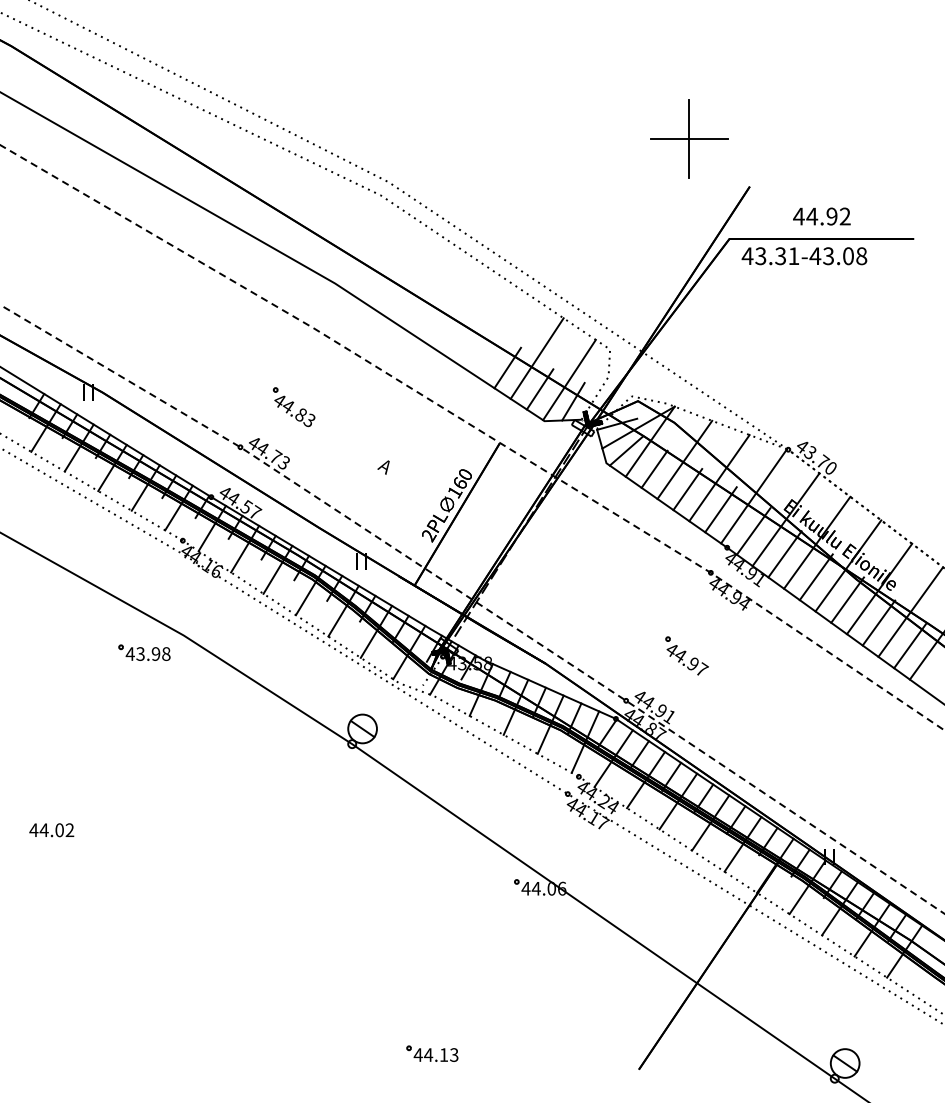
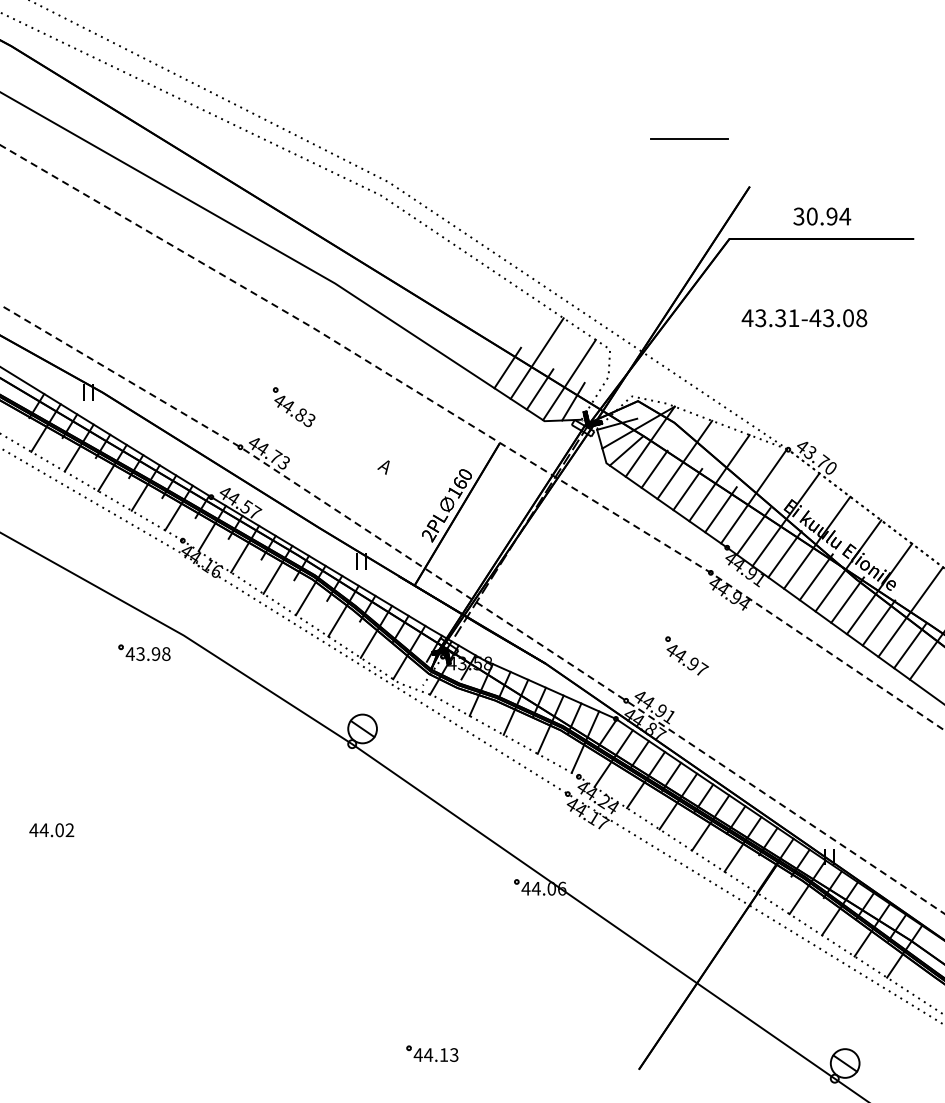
line at (689, 138): present -> none
text at (822, 216): 44.92 -> 30.94
text at (804, 256) position: (804, 256) -> (804, 318)
